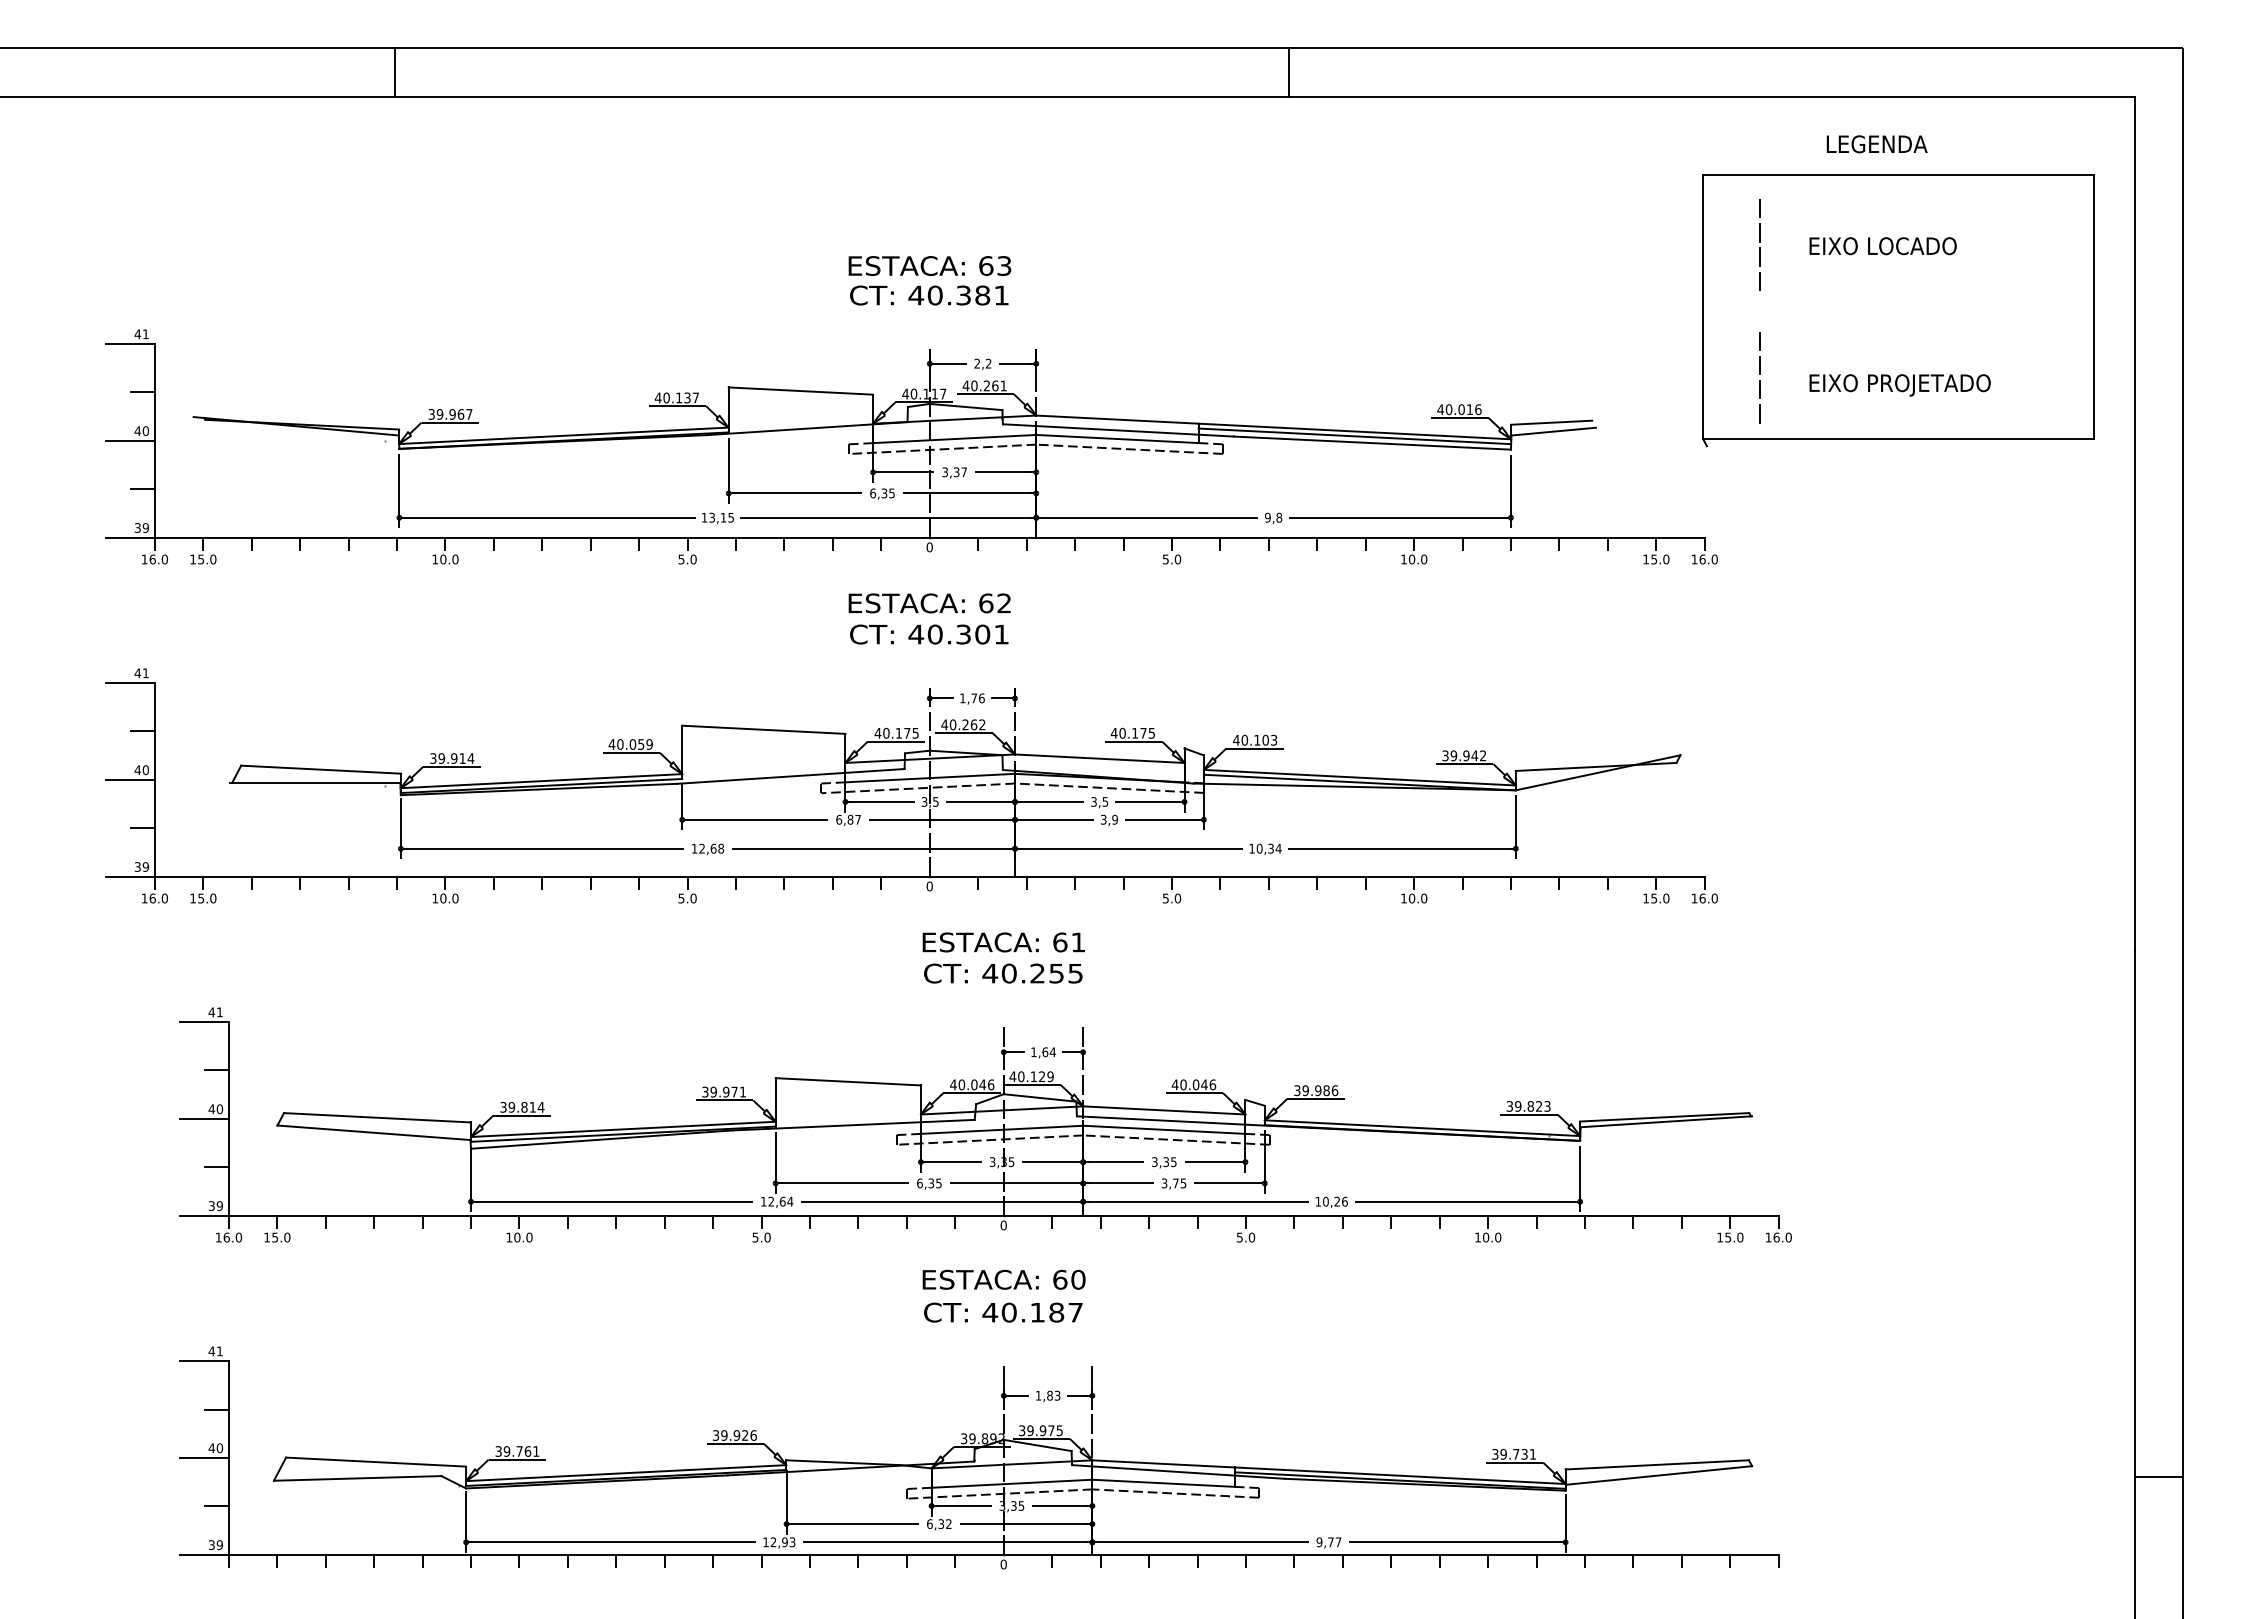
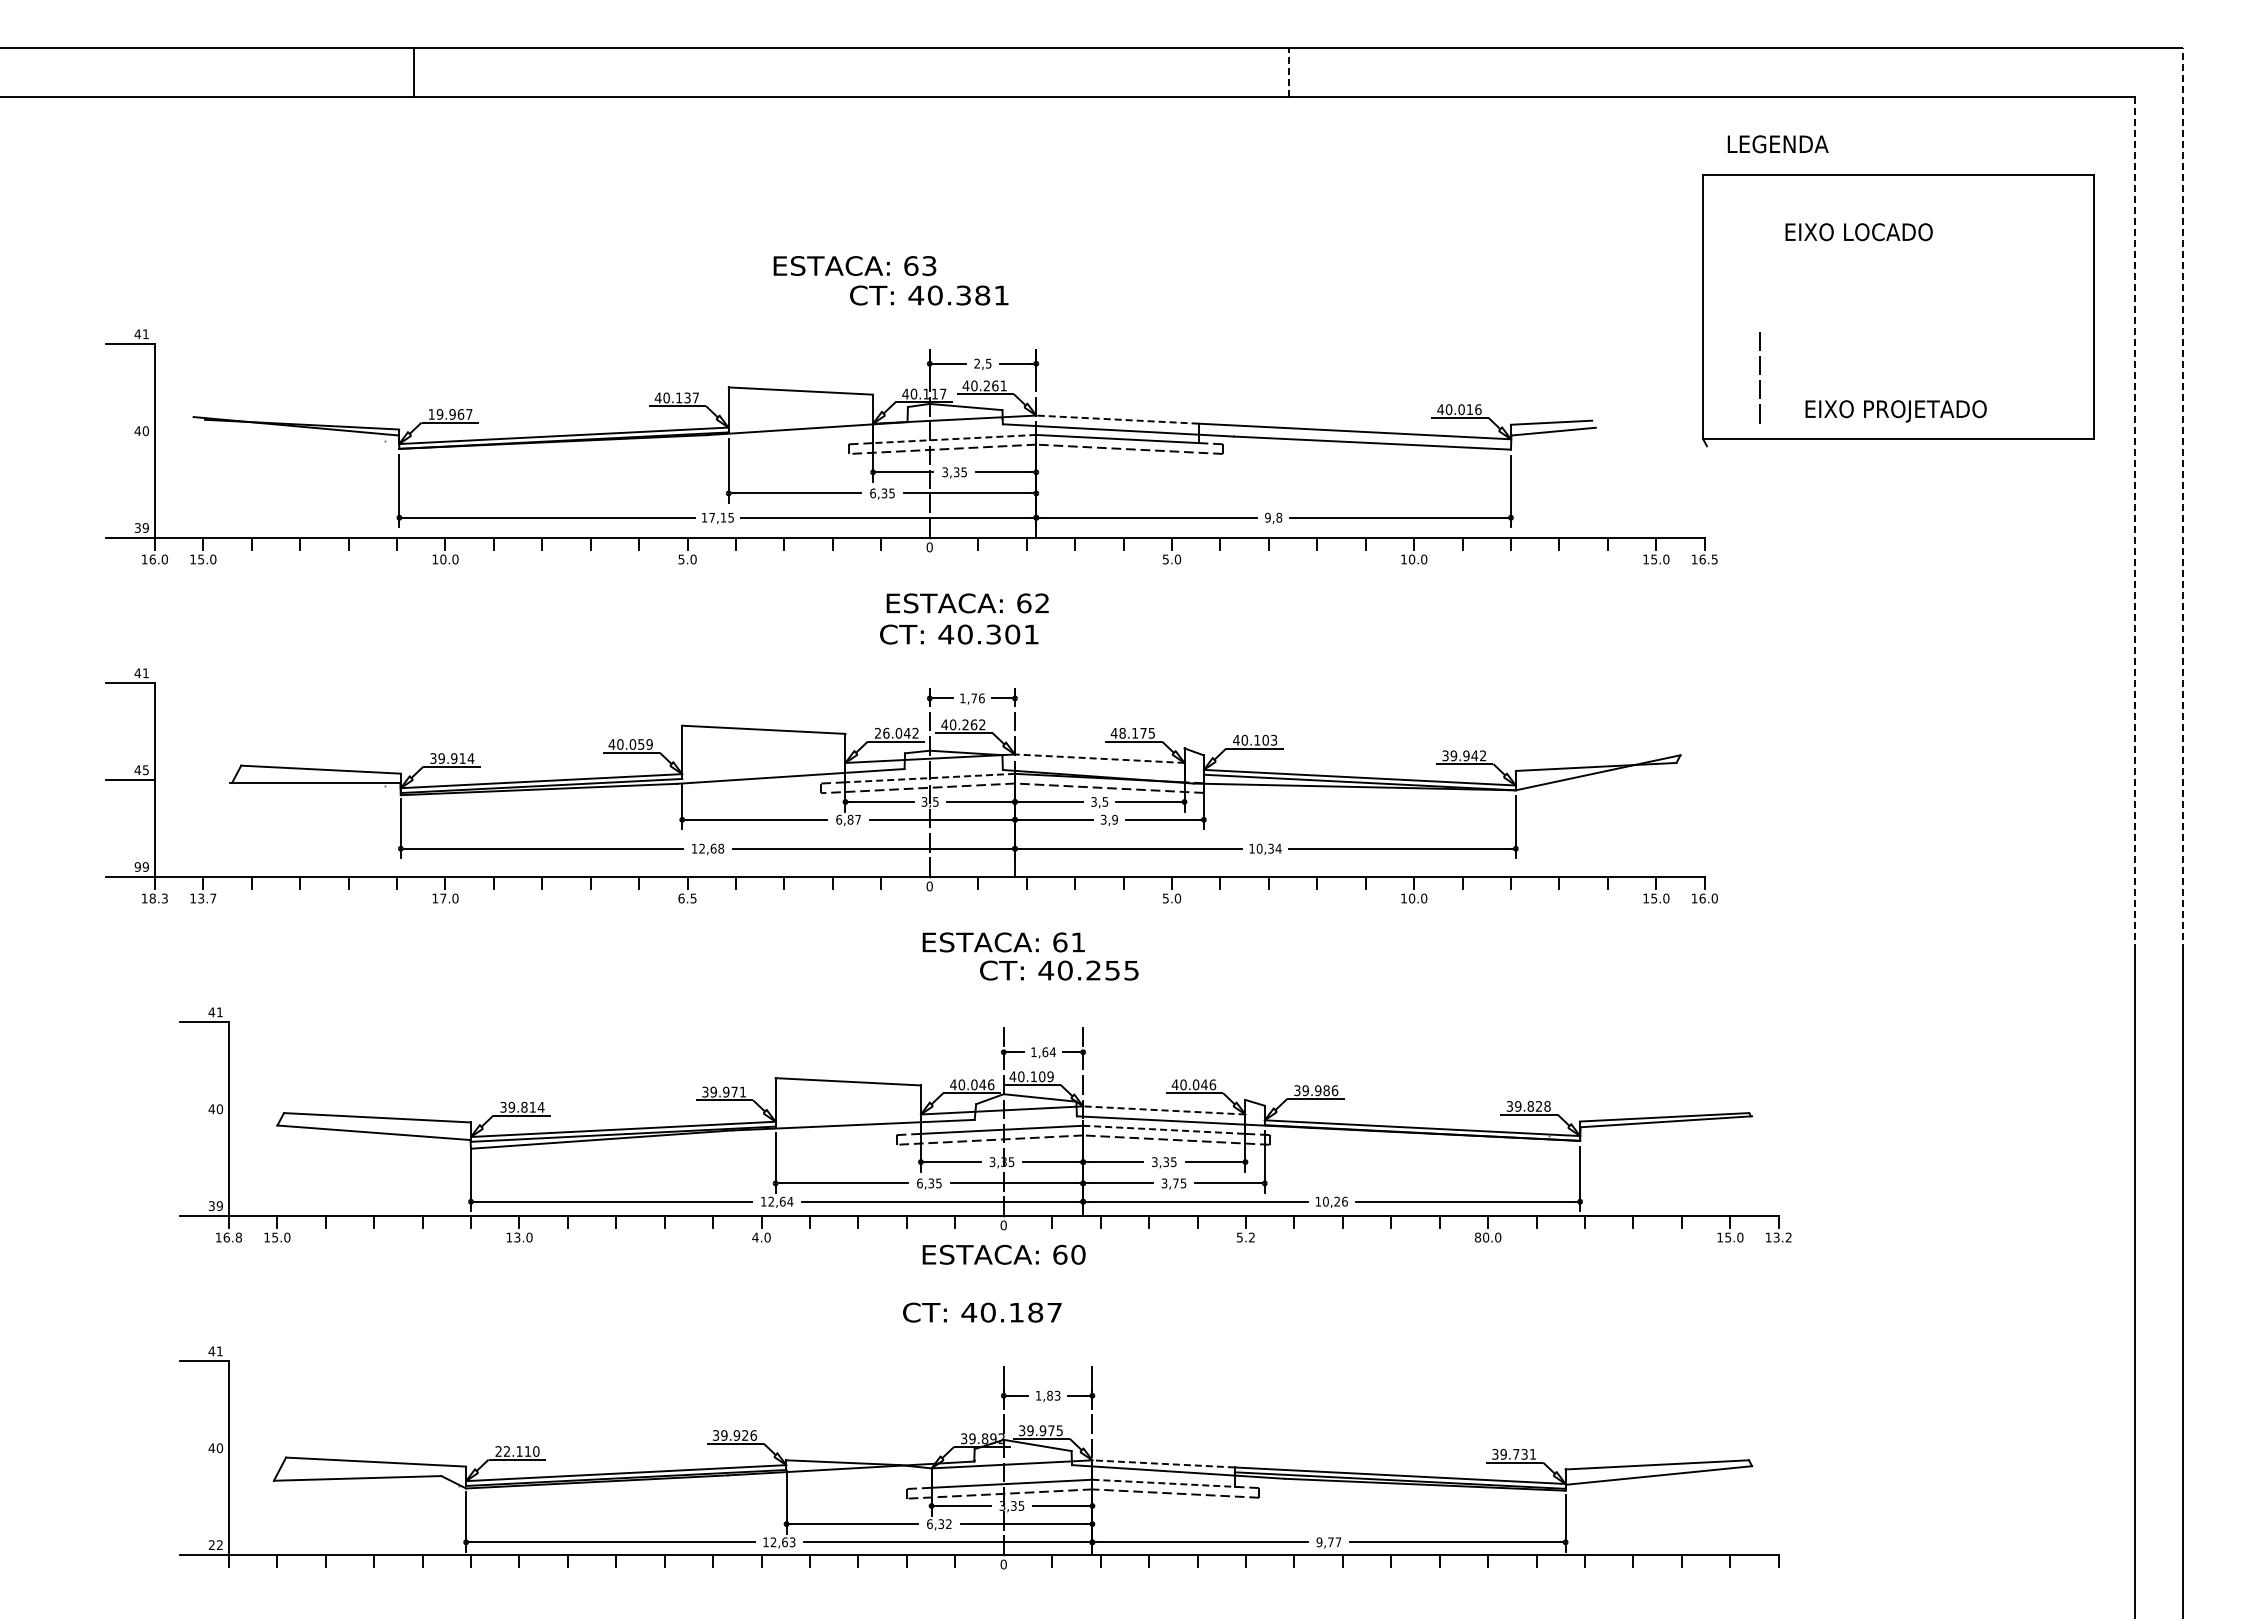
line at (395, 72) position: (395, 72) -> (414, 72)
line at (1288, 72): solid -> dashed
text at (1876, 144) position: (1876, 144) -> (1777, 144)
line at (1759, 242): present -> none
text at (1882, 246) position: (1882, 246) -> (1858, 232)
text at (929, 265) position: (929, 265) -> (854, 265)
text at (988, 363): 2,2 -> 2,5
text at (1899, 385) position: (1899, 385) -> (1895, 411)
line at (142, 392): present -> none
text at (431, 414): 39.967 -> 19.967
line at (1116, 419): solid -> dashed
line at (1354, 436): present -> none
line at (954, 439): solid -> dashed
line at (130, 440): present -> none
text at (963, 472): 3,37 -> 3,35
line at (142, 489): present -> none
line at (2183, 499): solid -> dashed
text at (711, 517): 13,15 -> 17,15
line at (2135, 523): solid -> dashed
text at (1714, 559): 16.0 -> 16.5
text at (929, 603) position: (929, 603) -> (967, 603)
text at (929, 634) position: (929, 634) -> (959, 634)
line at (142, 731): present -> none
text at (896, 732): 40.175 -> 26.042
text at (1122, 733): 40.175 -> 48.175
line at (1099, 758): solid -> dashed
text at (145, 770): 40 -> 45
line at (930, 778): solid -> dashed
line at (142, 828): present -> none
text at (137, 866): 39 -> 99
text at (158, 898): 16.0 -> 18.3
text at (207, 898): 15.0 -> 13.7
text at (443, 898): 10.0 -> 17.0
text at (687, 898): 5.0 -> 6.5
text at (1003, 973) position: (1003, 973) -> (1059, 970)
line at (216, 1070): present -> none
text at (1042, 1076): 40.129 -> 40.109
text at (1547, 1106): 39.823 -> 39.828
line at (1163, 1110): solid -> dashed
line at (204, 1118): present -> none
line at (1164, 1129): solid -> dashed
line at (216, 1167): present -> none
text at (238, 1237): 16.0 -> 16.8
text at (517, 1237): 10.0 -> 13.0
text at (755, 1237): 5.0 -> 4.0
text at (1251, 1237): 5.0 -> 5.2
text at (1477, 1237): 10.0 -> 80.0
text at (1782, 1237): 16.0 -> 13.2
text at (1003, 1279) position: (1003, 1279) -> (1003, 1254)
text at (1003, 1312) position: (1003, 1312) -> (982, 1312)
line at (216, 1409): present -> none
text at (517, 1451): 39.761 -> 22.110
line at (204, 1457): present -> none
line at (1163, 1463): solid -> dashed
line at (2159, 1477): present -> none
line at (1164, 1483): solid -> dashed
line at (216, 1506): present -> none
text at (784, 1542): 12,93 -> 12,63
text at (215, 1545): 39 -> 22
